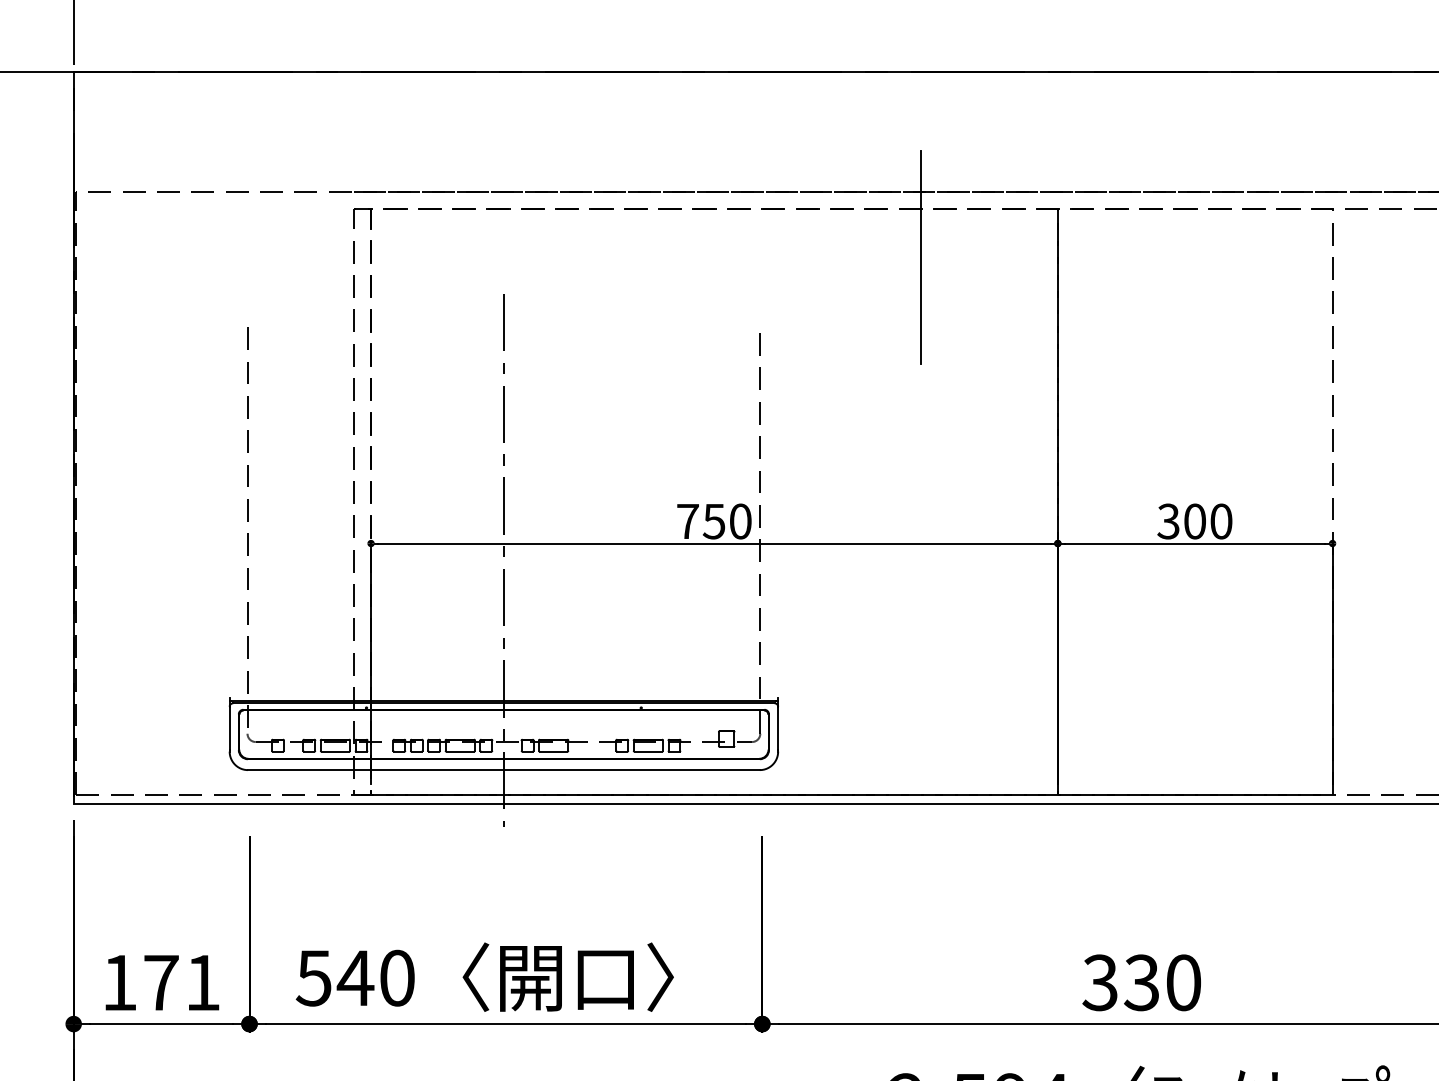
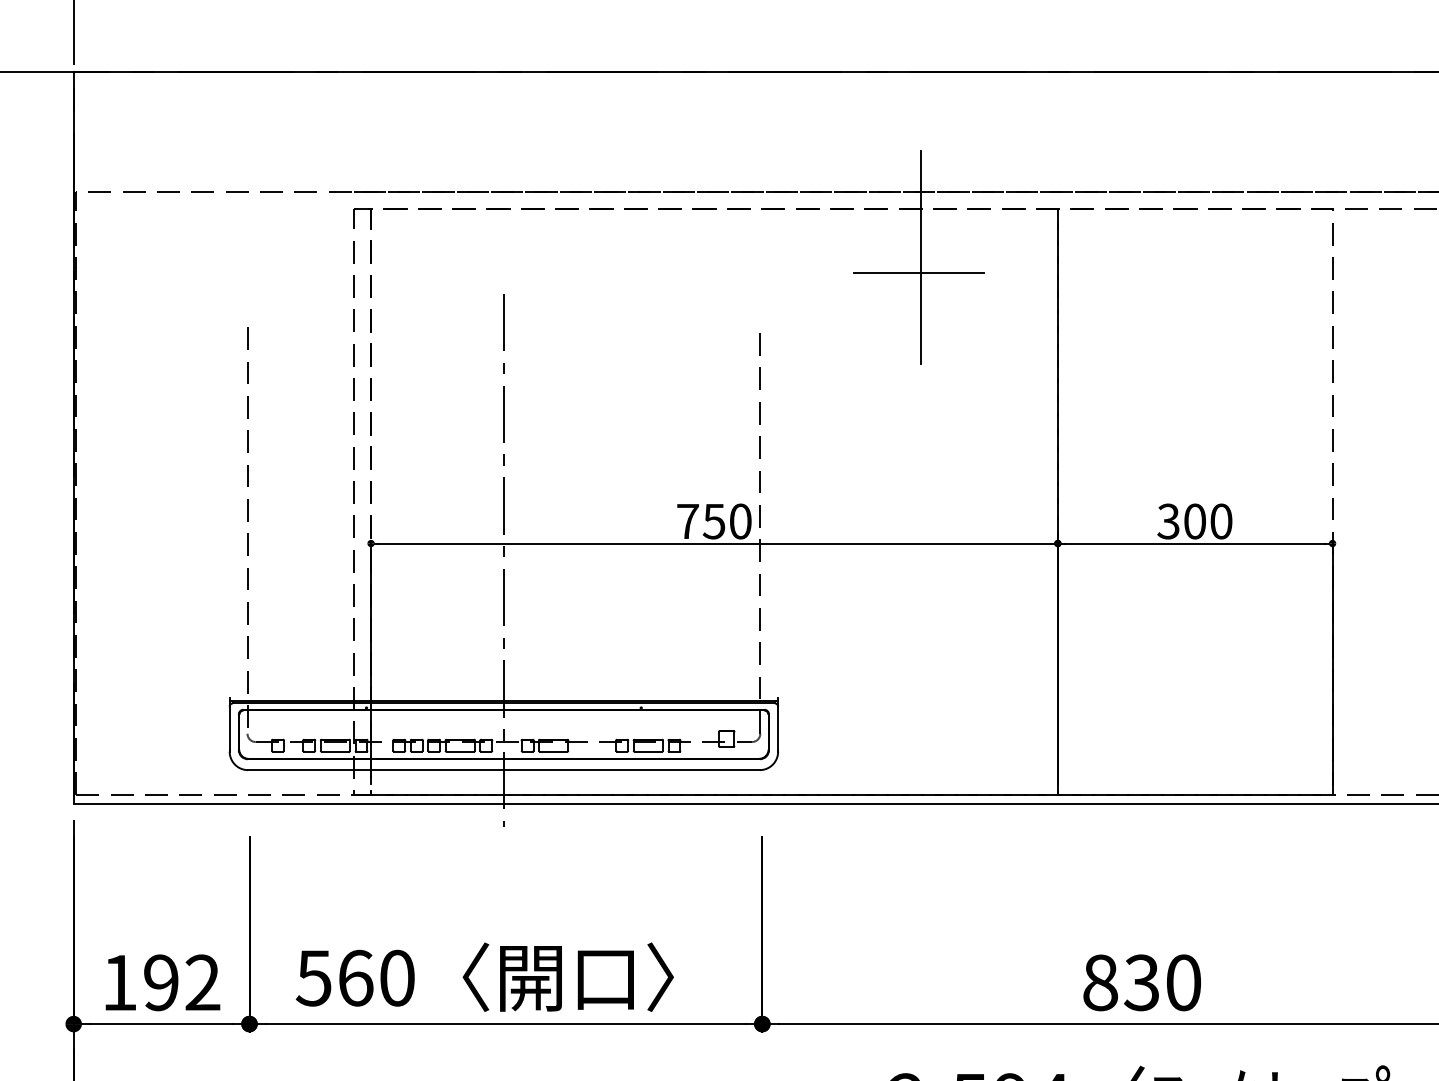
line at (918, 273): none -> present
text at (355, 977): 540 -> 560
text at (182, 982): 171 -> 192
text at (1100, 982): 330 -> 830
